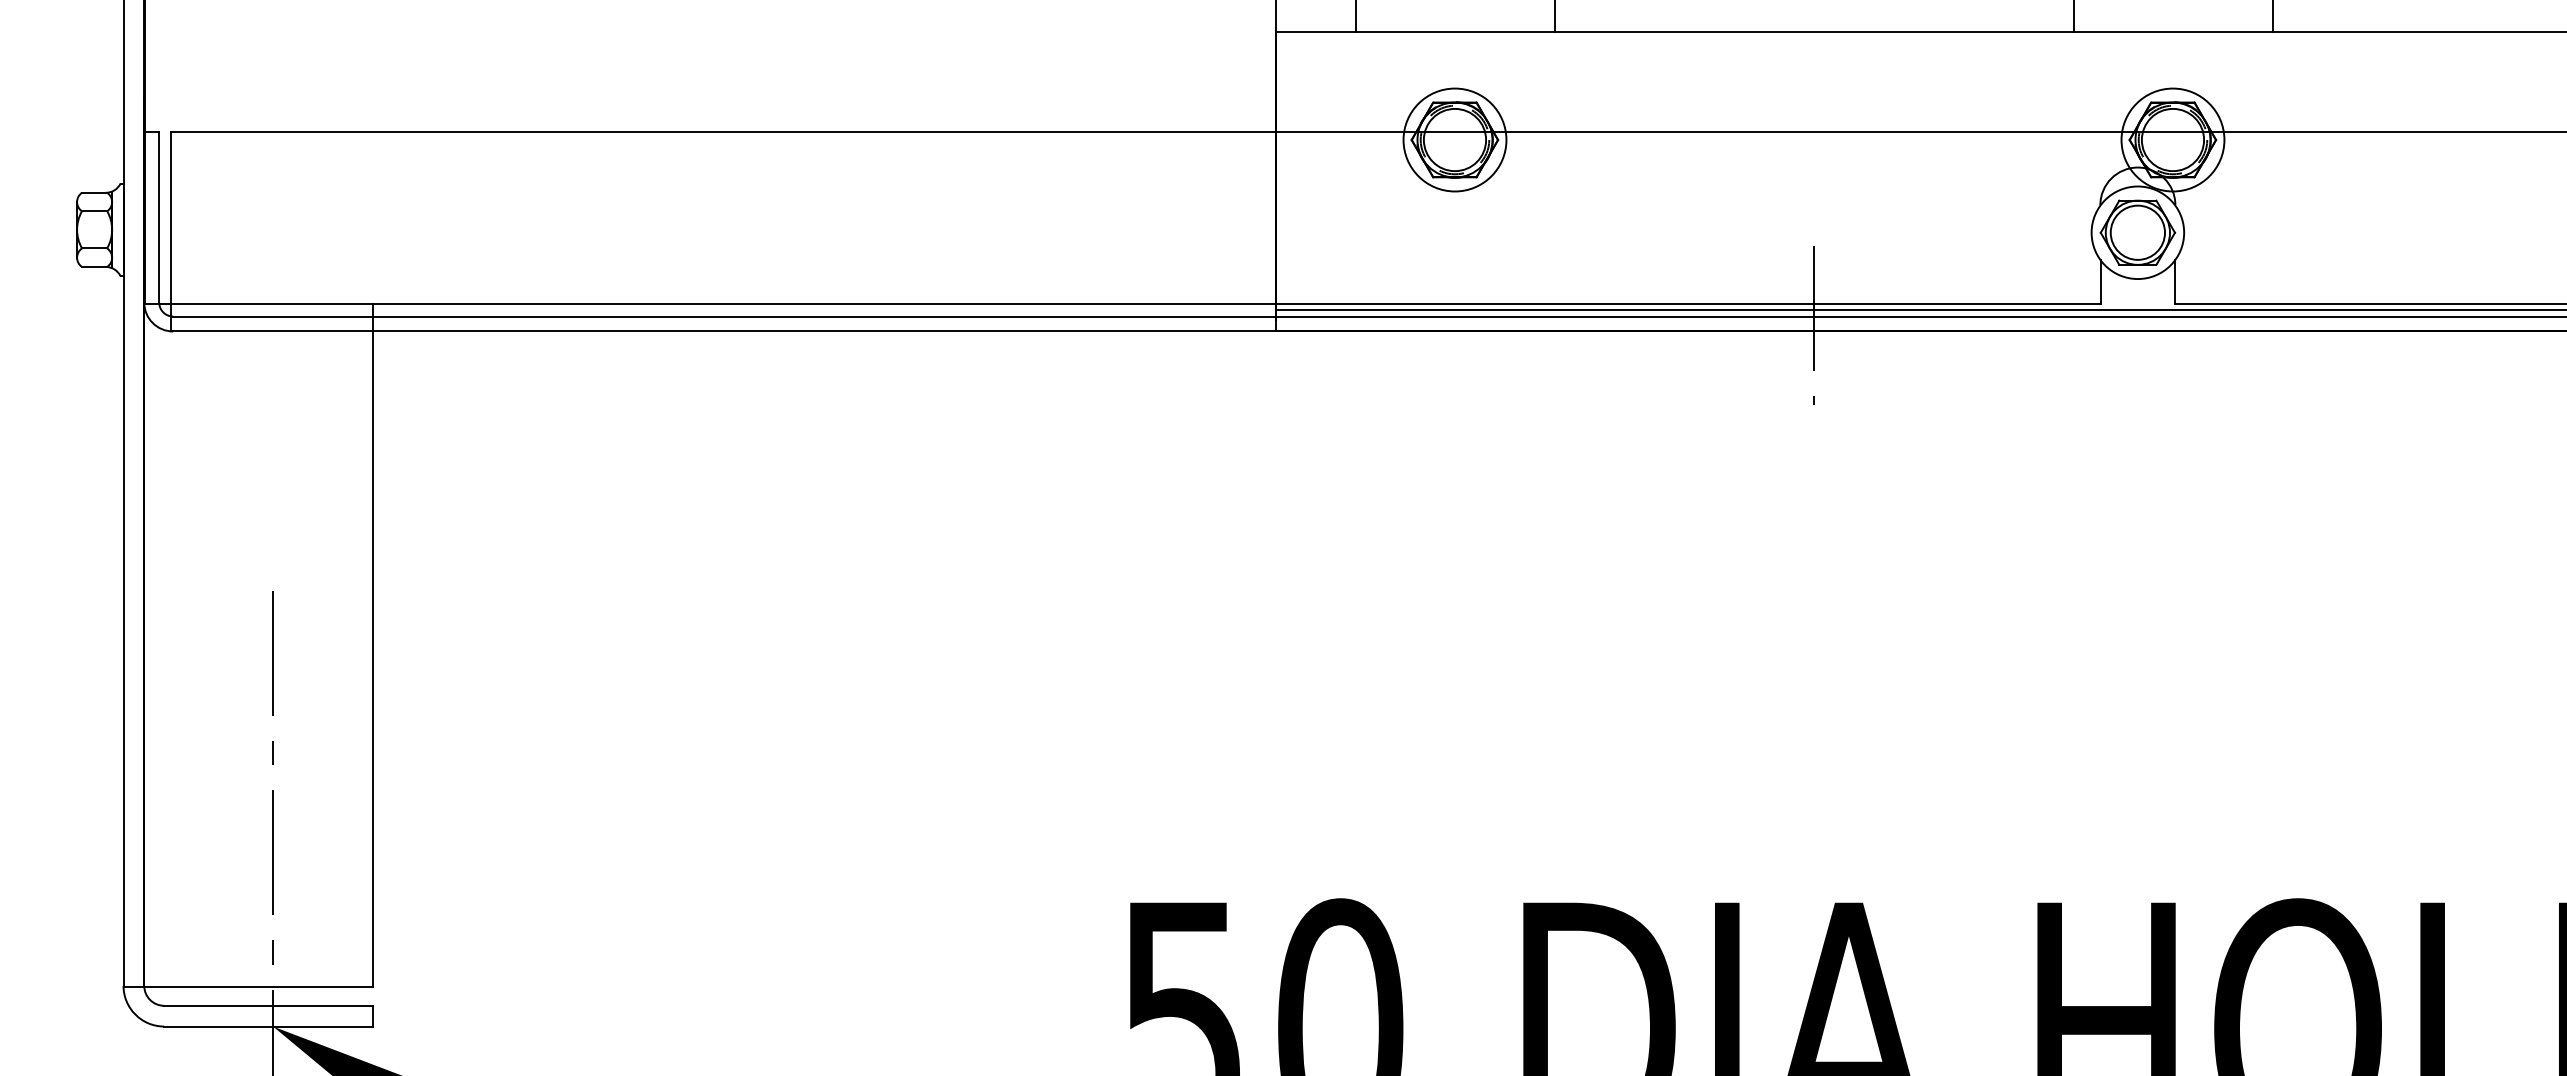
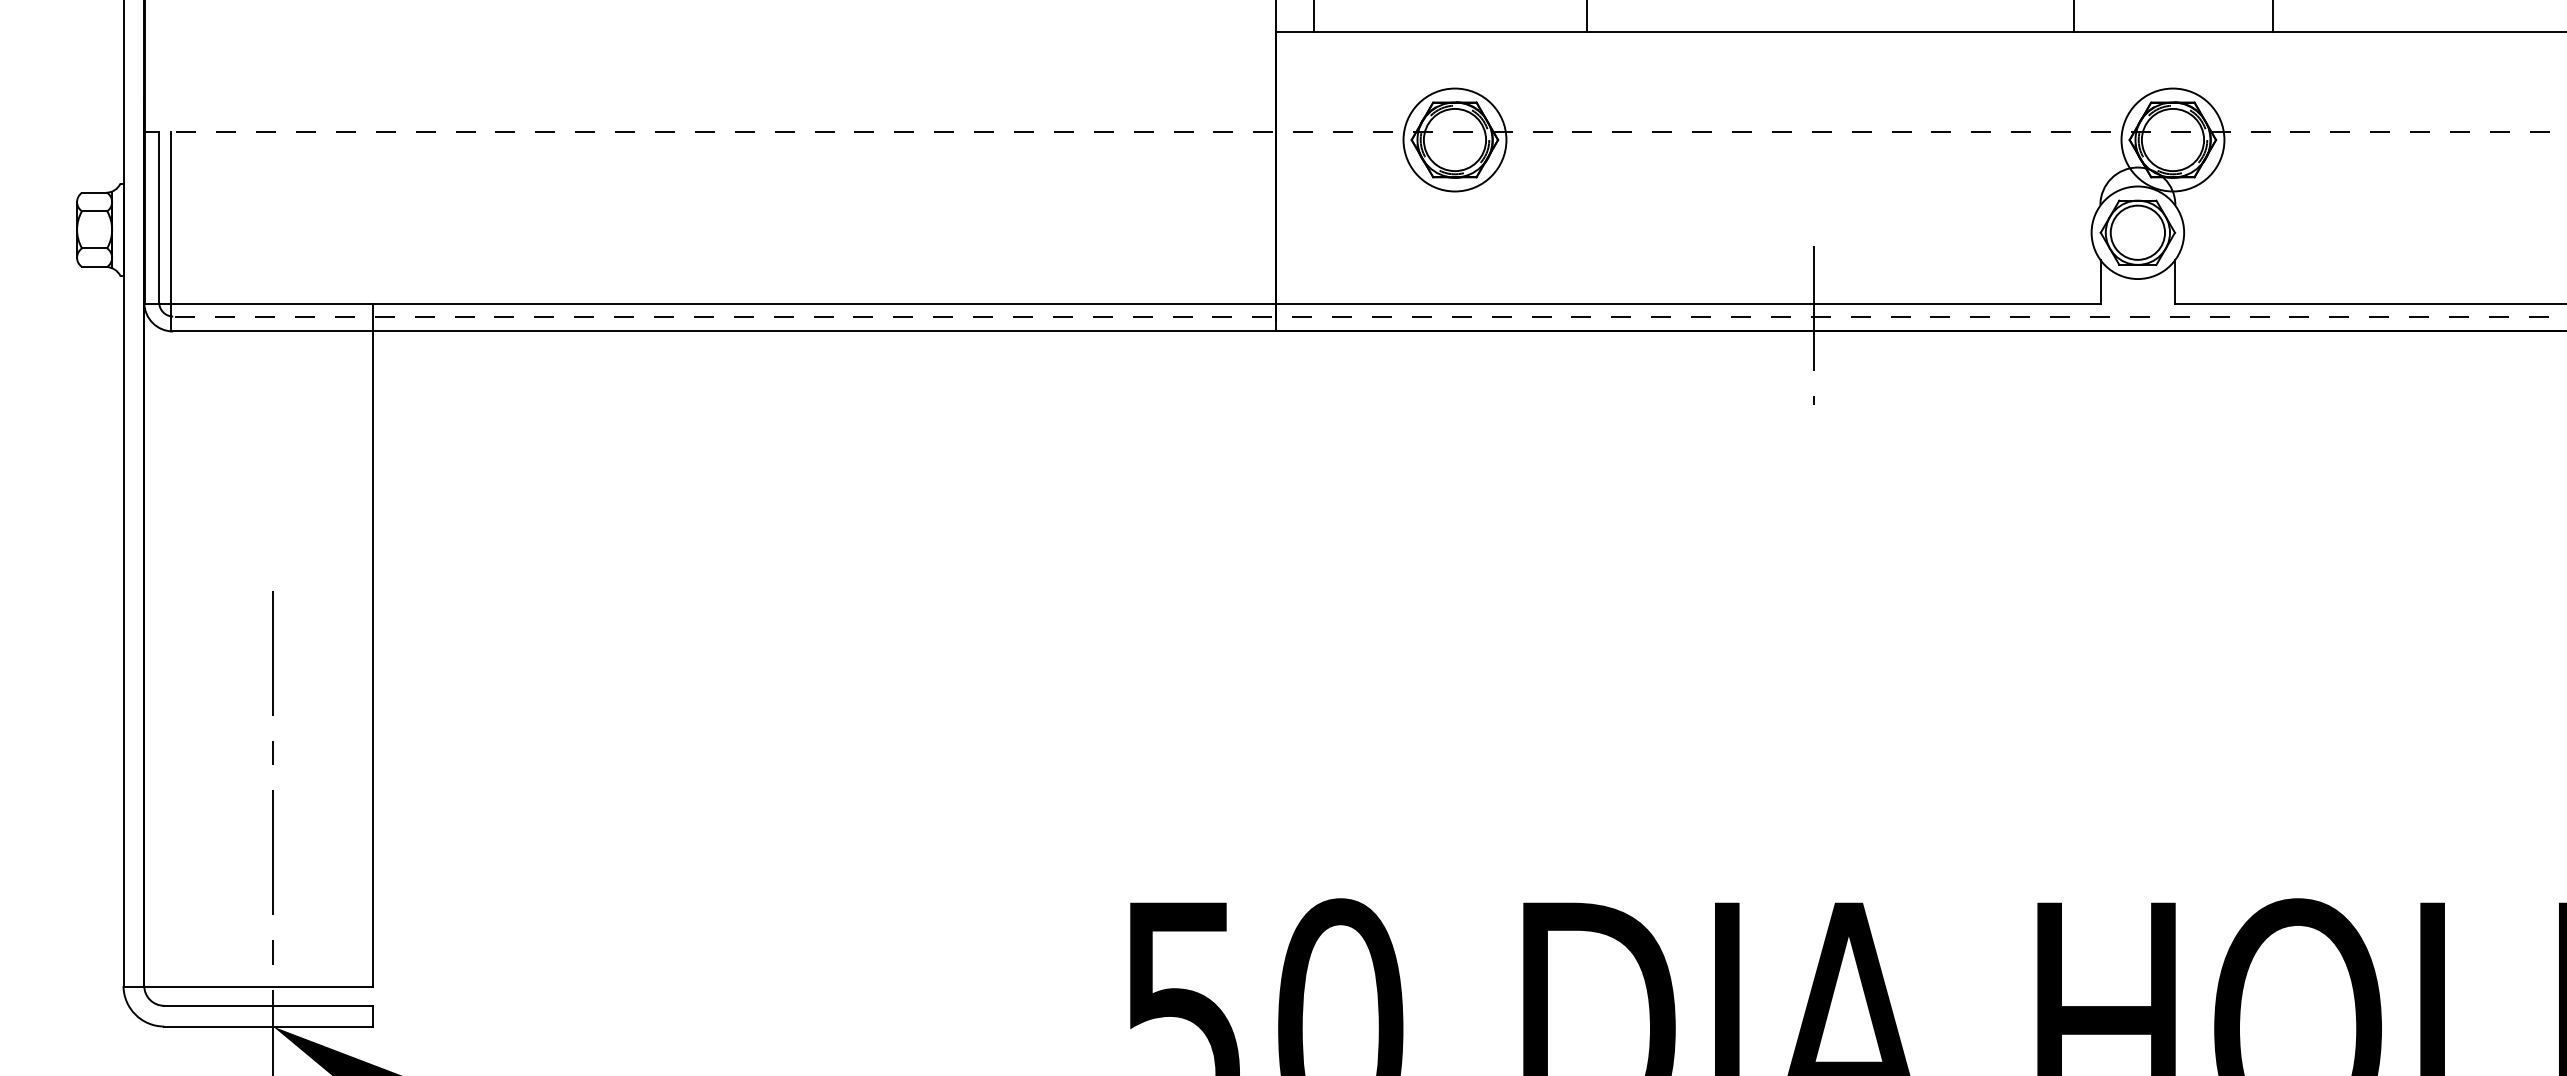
line at (1355, 17) position: (1355, 17) -> (1313, 17)
line at (1555, 17) position: (1555, 17) -> (1587, 17)
line at (1368, 132): solid -> dashed
line at (1919, 309): present -> none
line at (1369, 316): solid -> dashed
